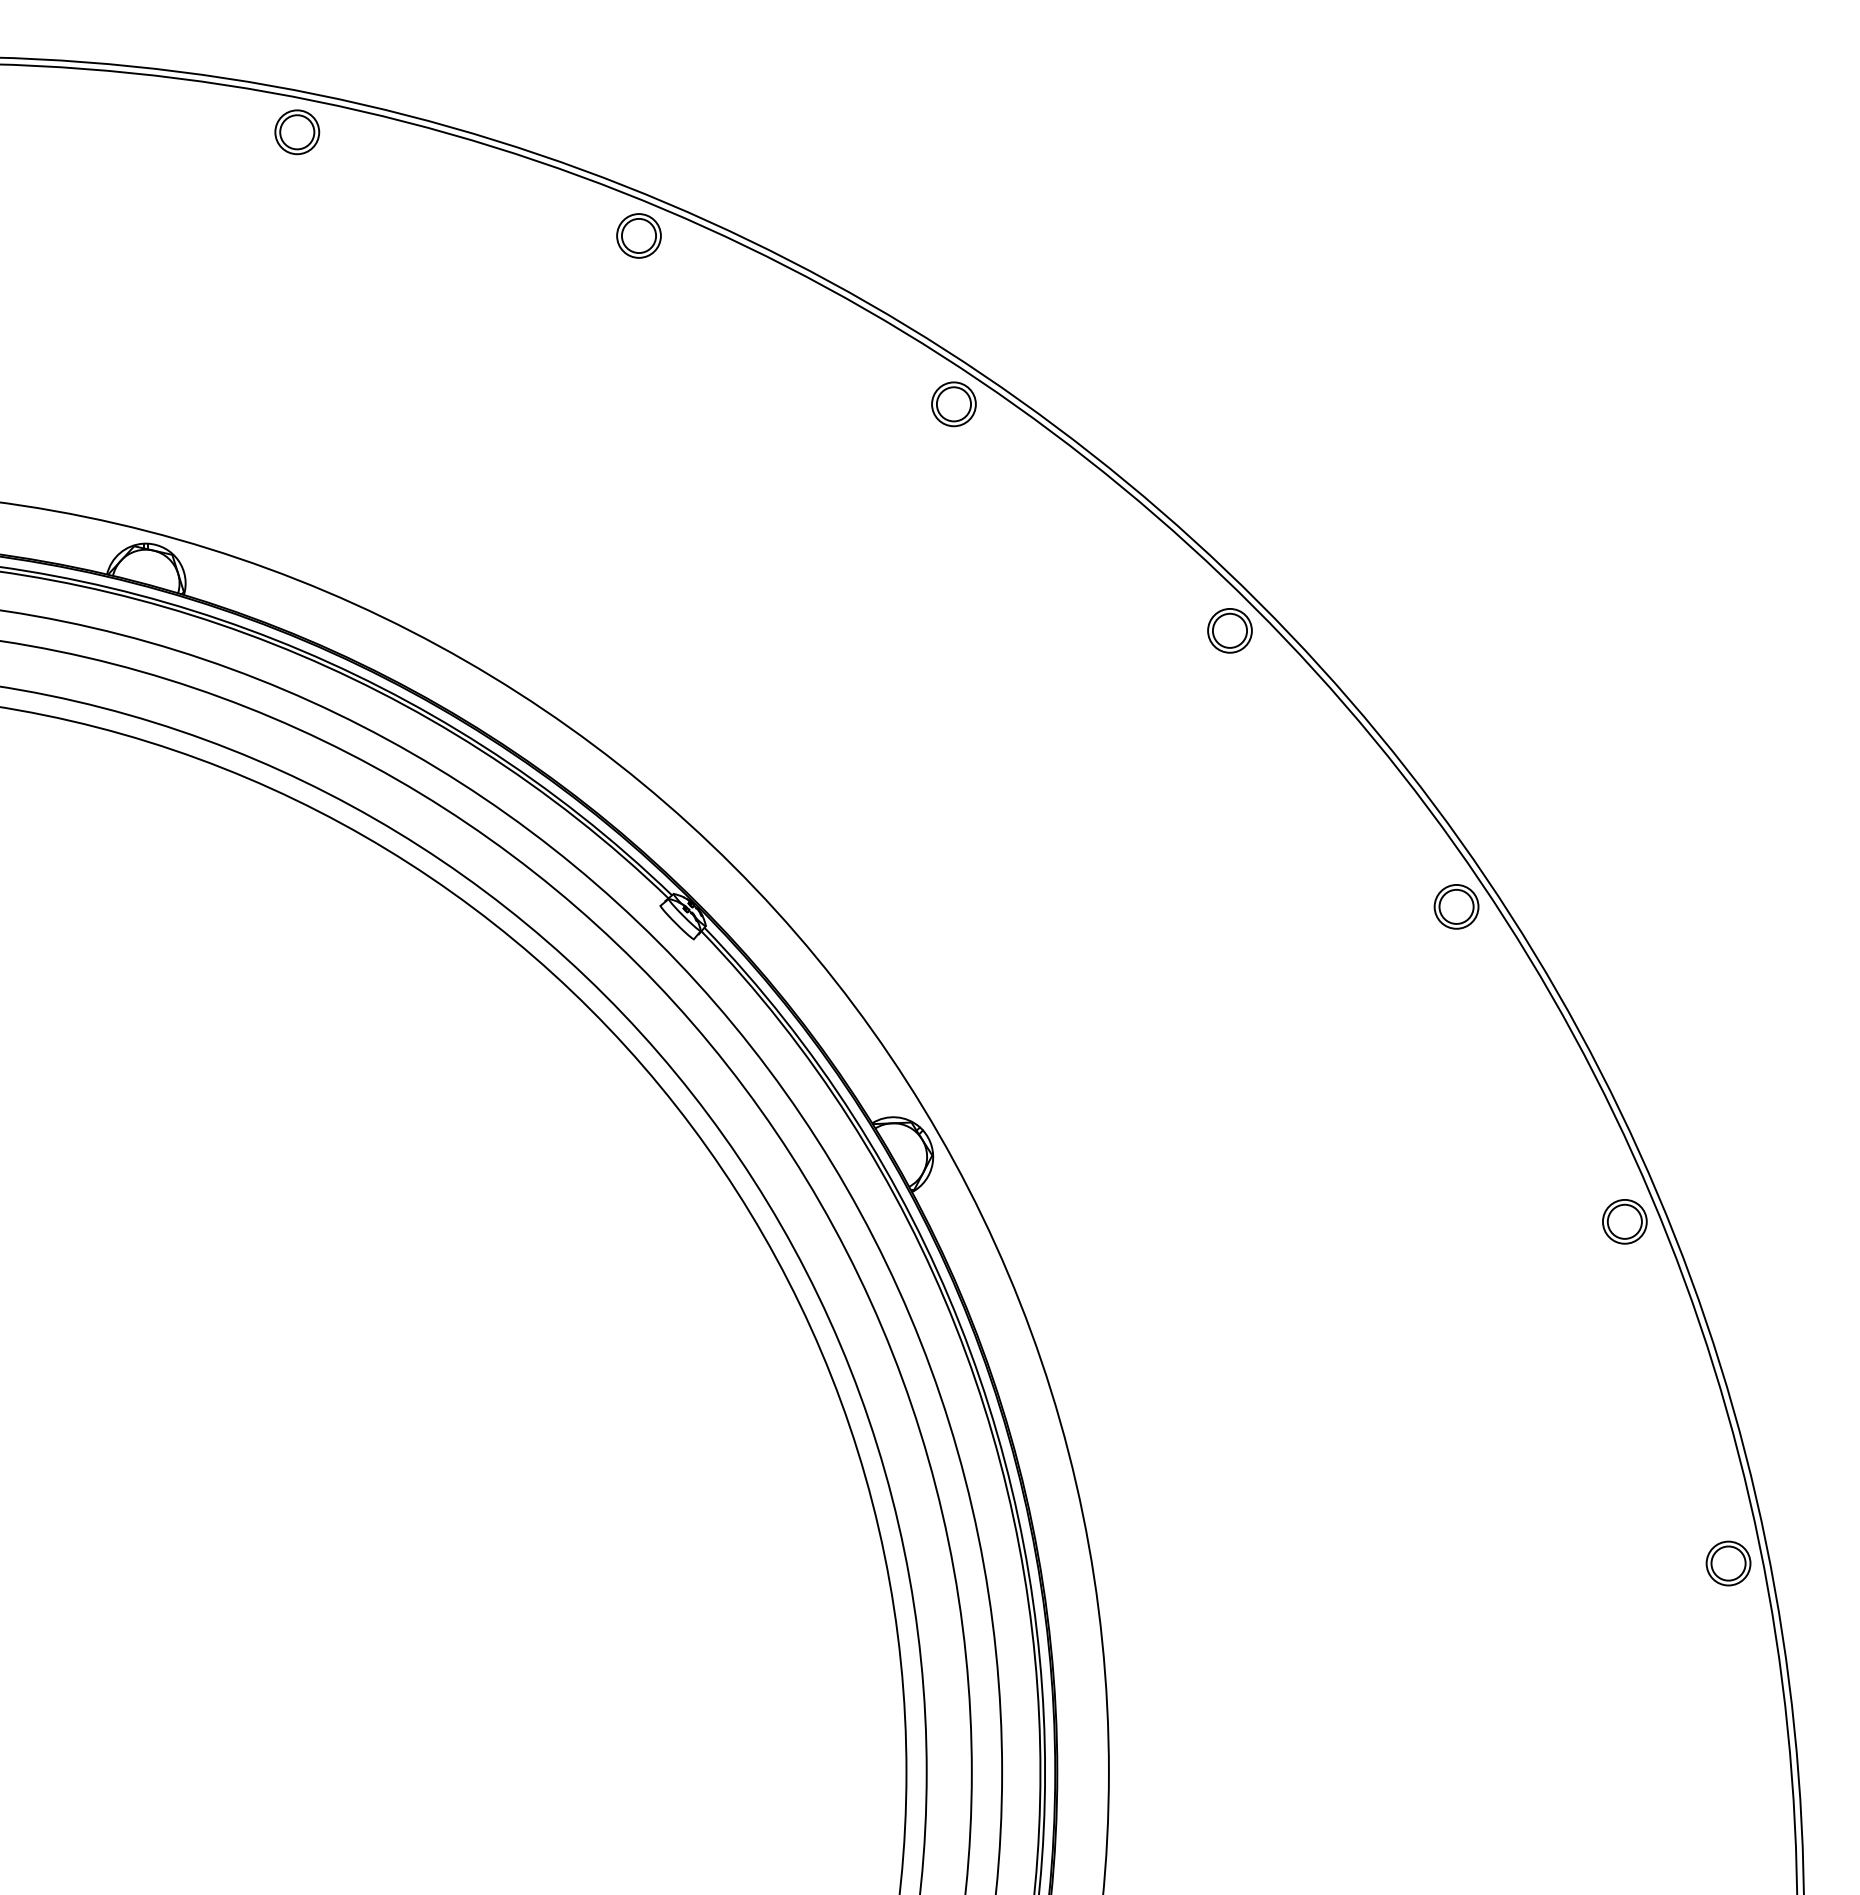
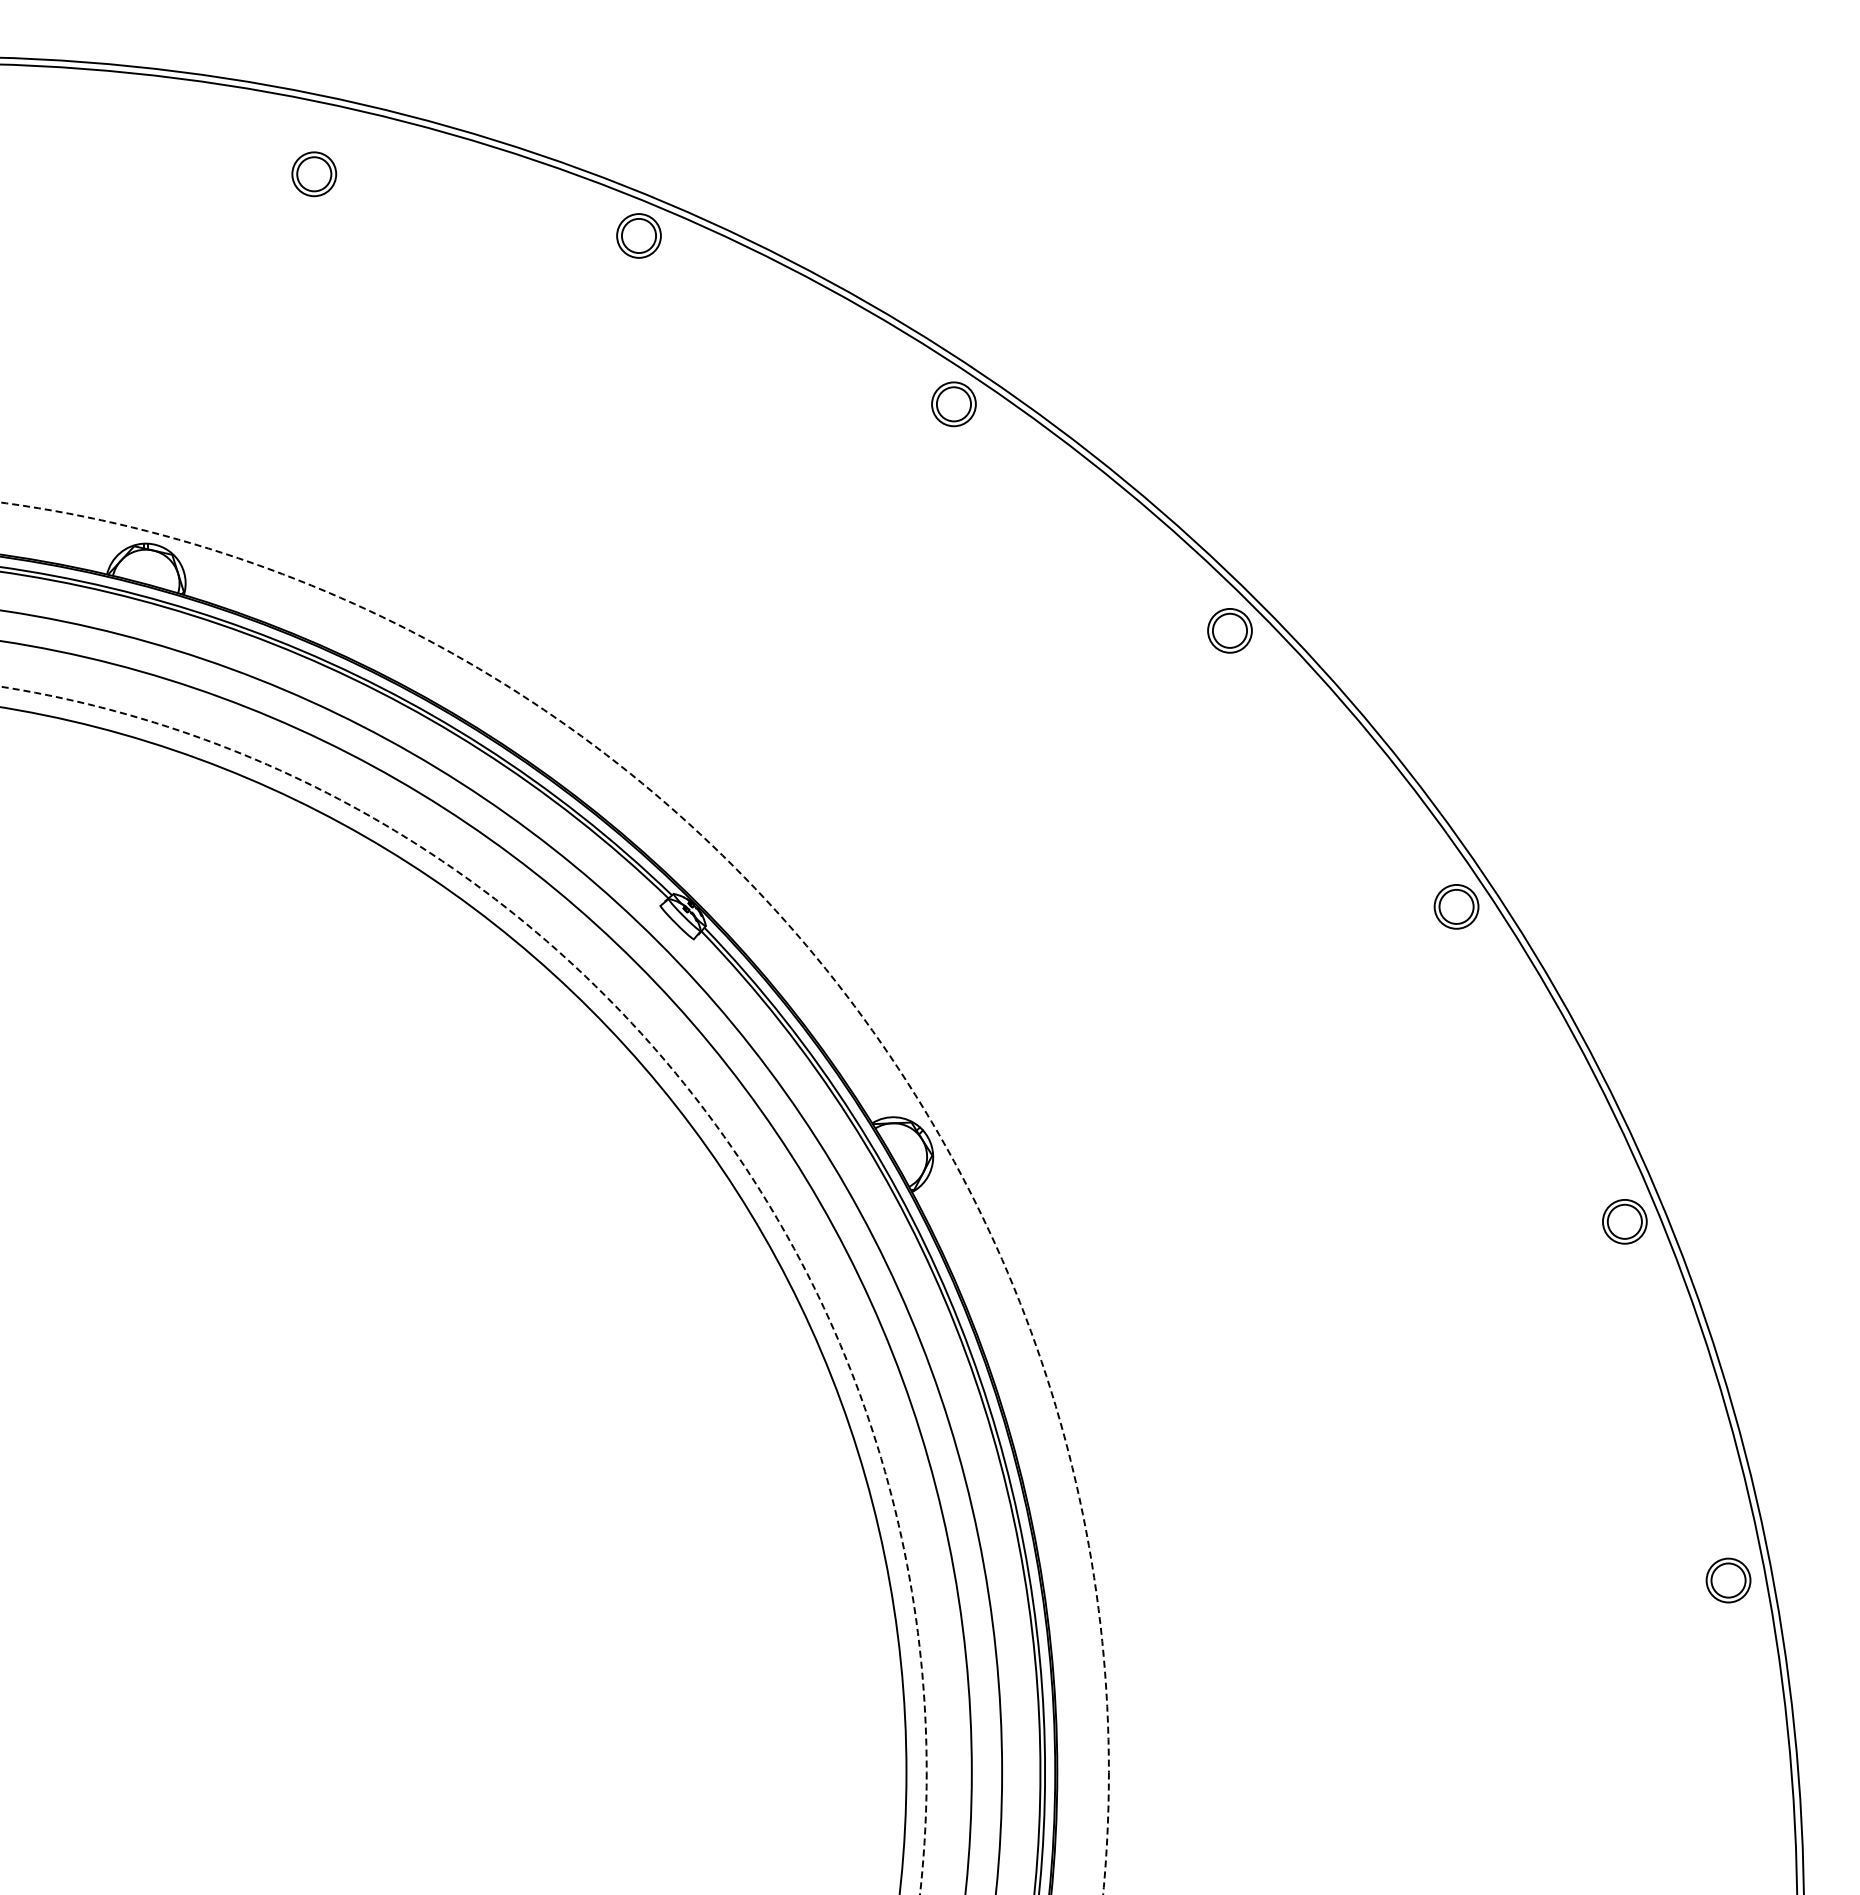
part at (297, 132) position: (297, 132) -> (314, 174)
circle at (554, 1198): solid -> dashed
circle at (463, 1290): solid -> dashed
part at (1728, 1563) position: (1728, 1563) -> (1728, 1580)
